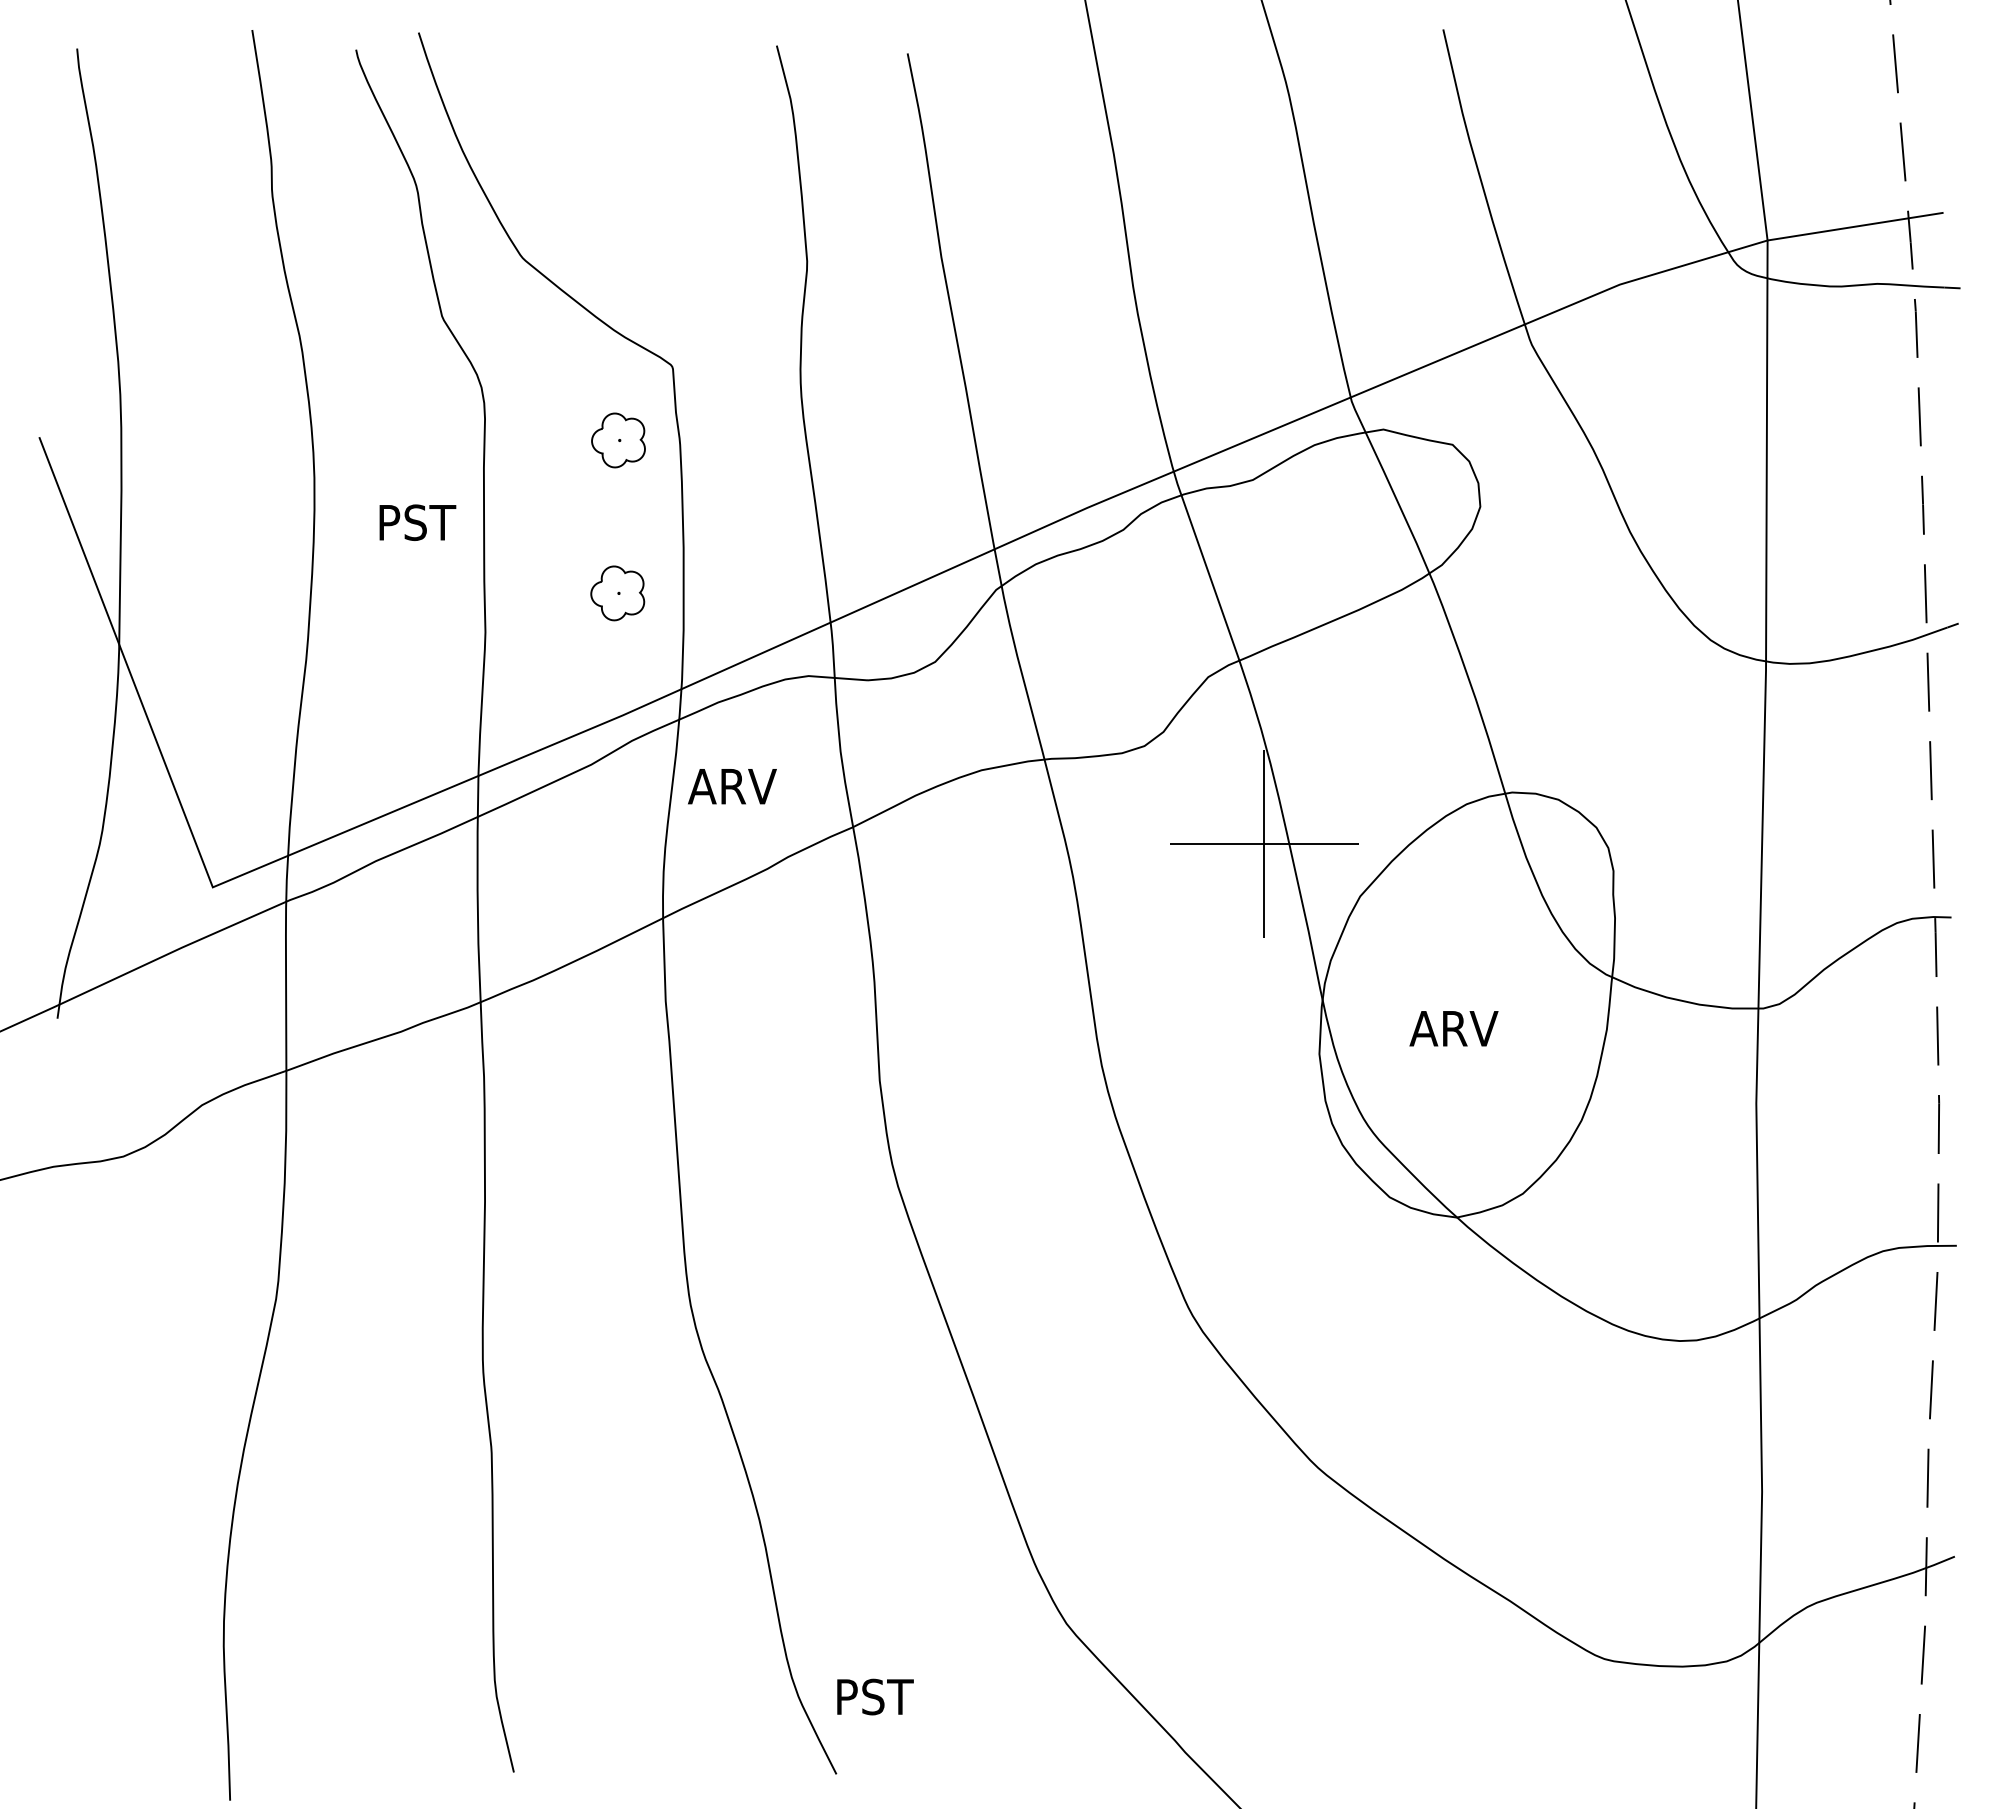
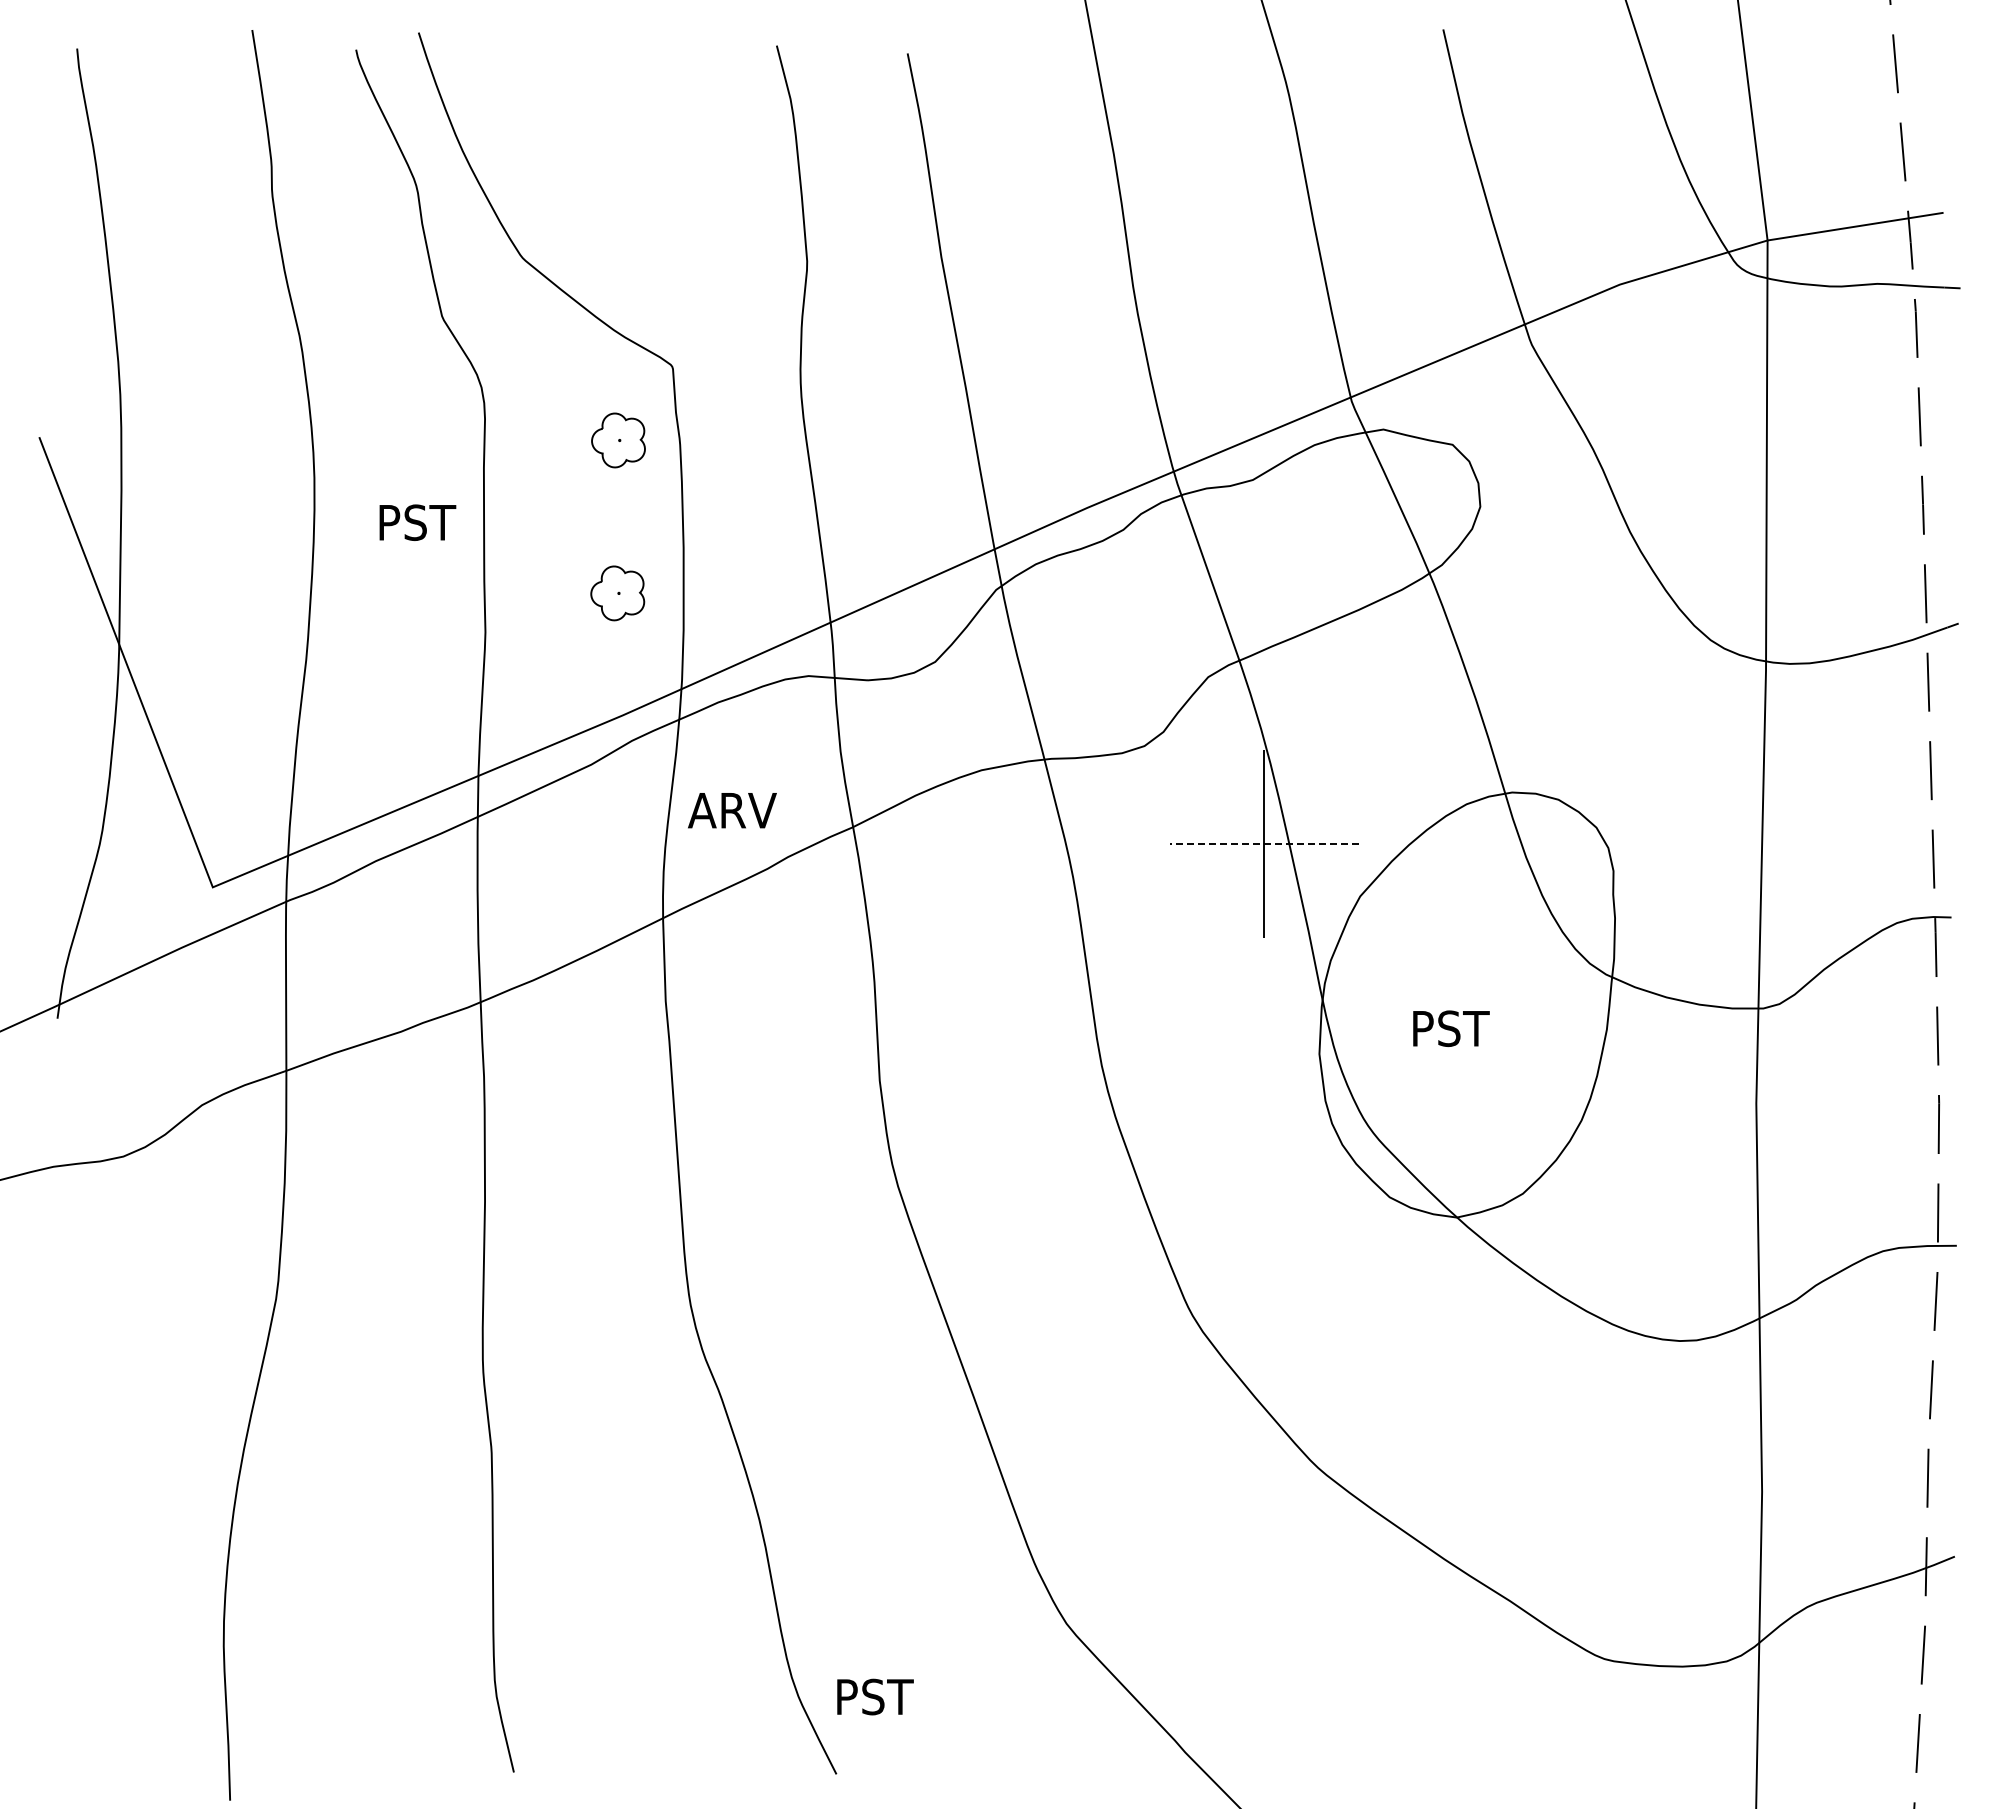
text at (732, 786) position: (732, 786) -> (732, 810)
line at (1263, 843): solid -> dashed
text at (1453, 1028): ARV -> PST
